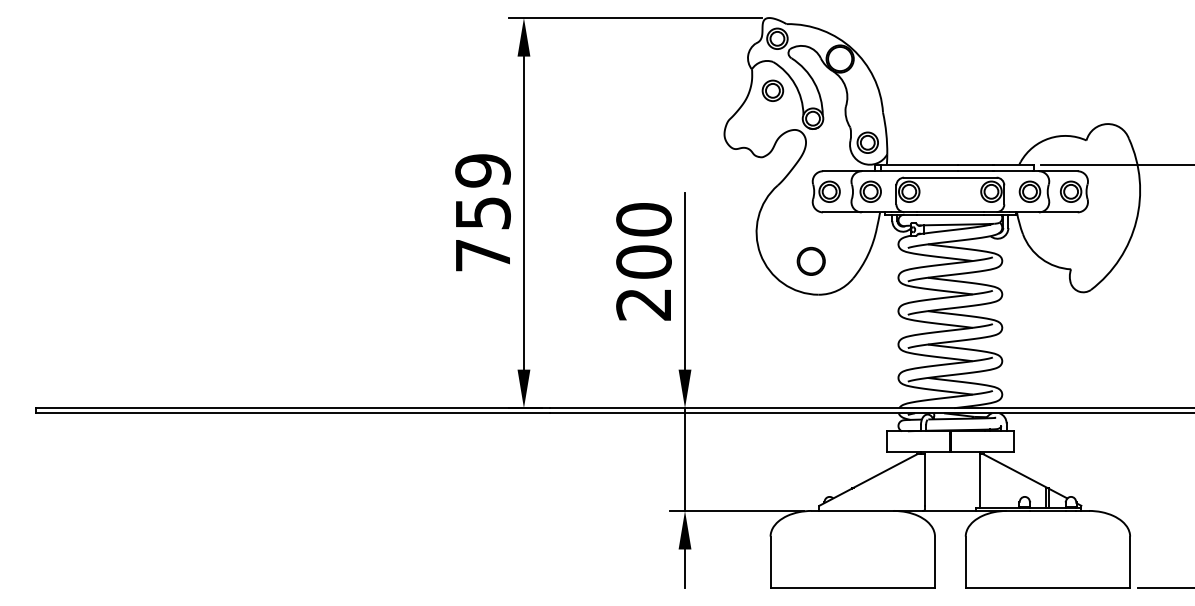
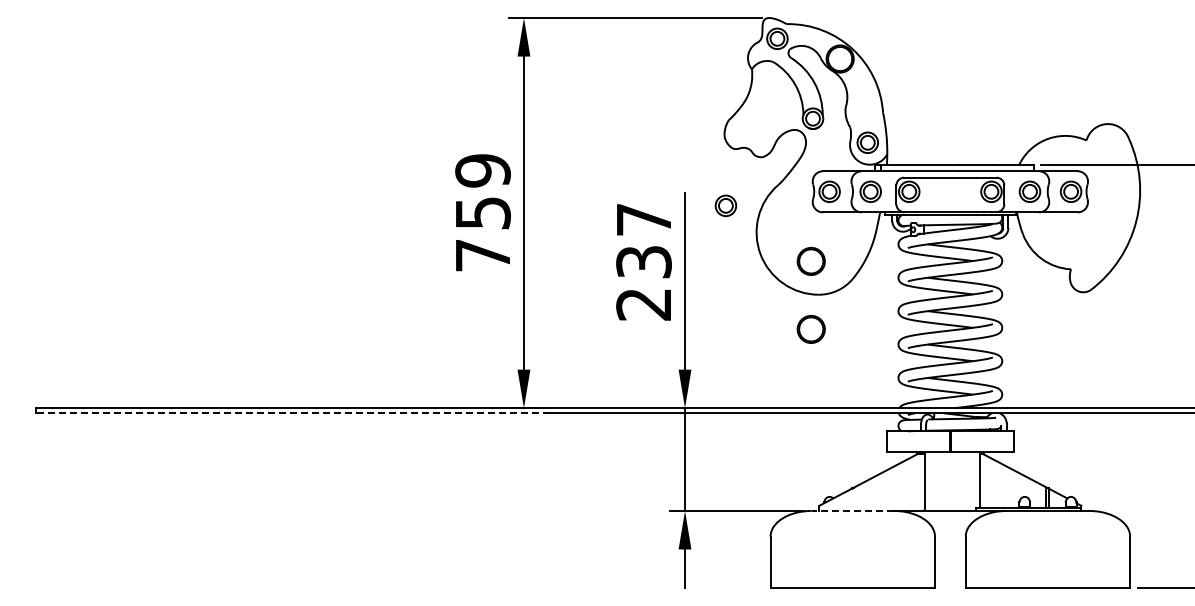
part at (772, 90) position: (772, 90) -> (725, 205)
text at (643, 240): 200 -> 237
part at (810, 328): none -> present
line at (292, 413): solid -> dashed
line at (852, 510): solid -> dashed
